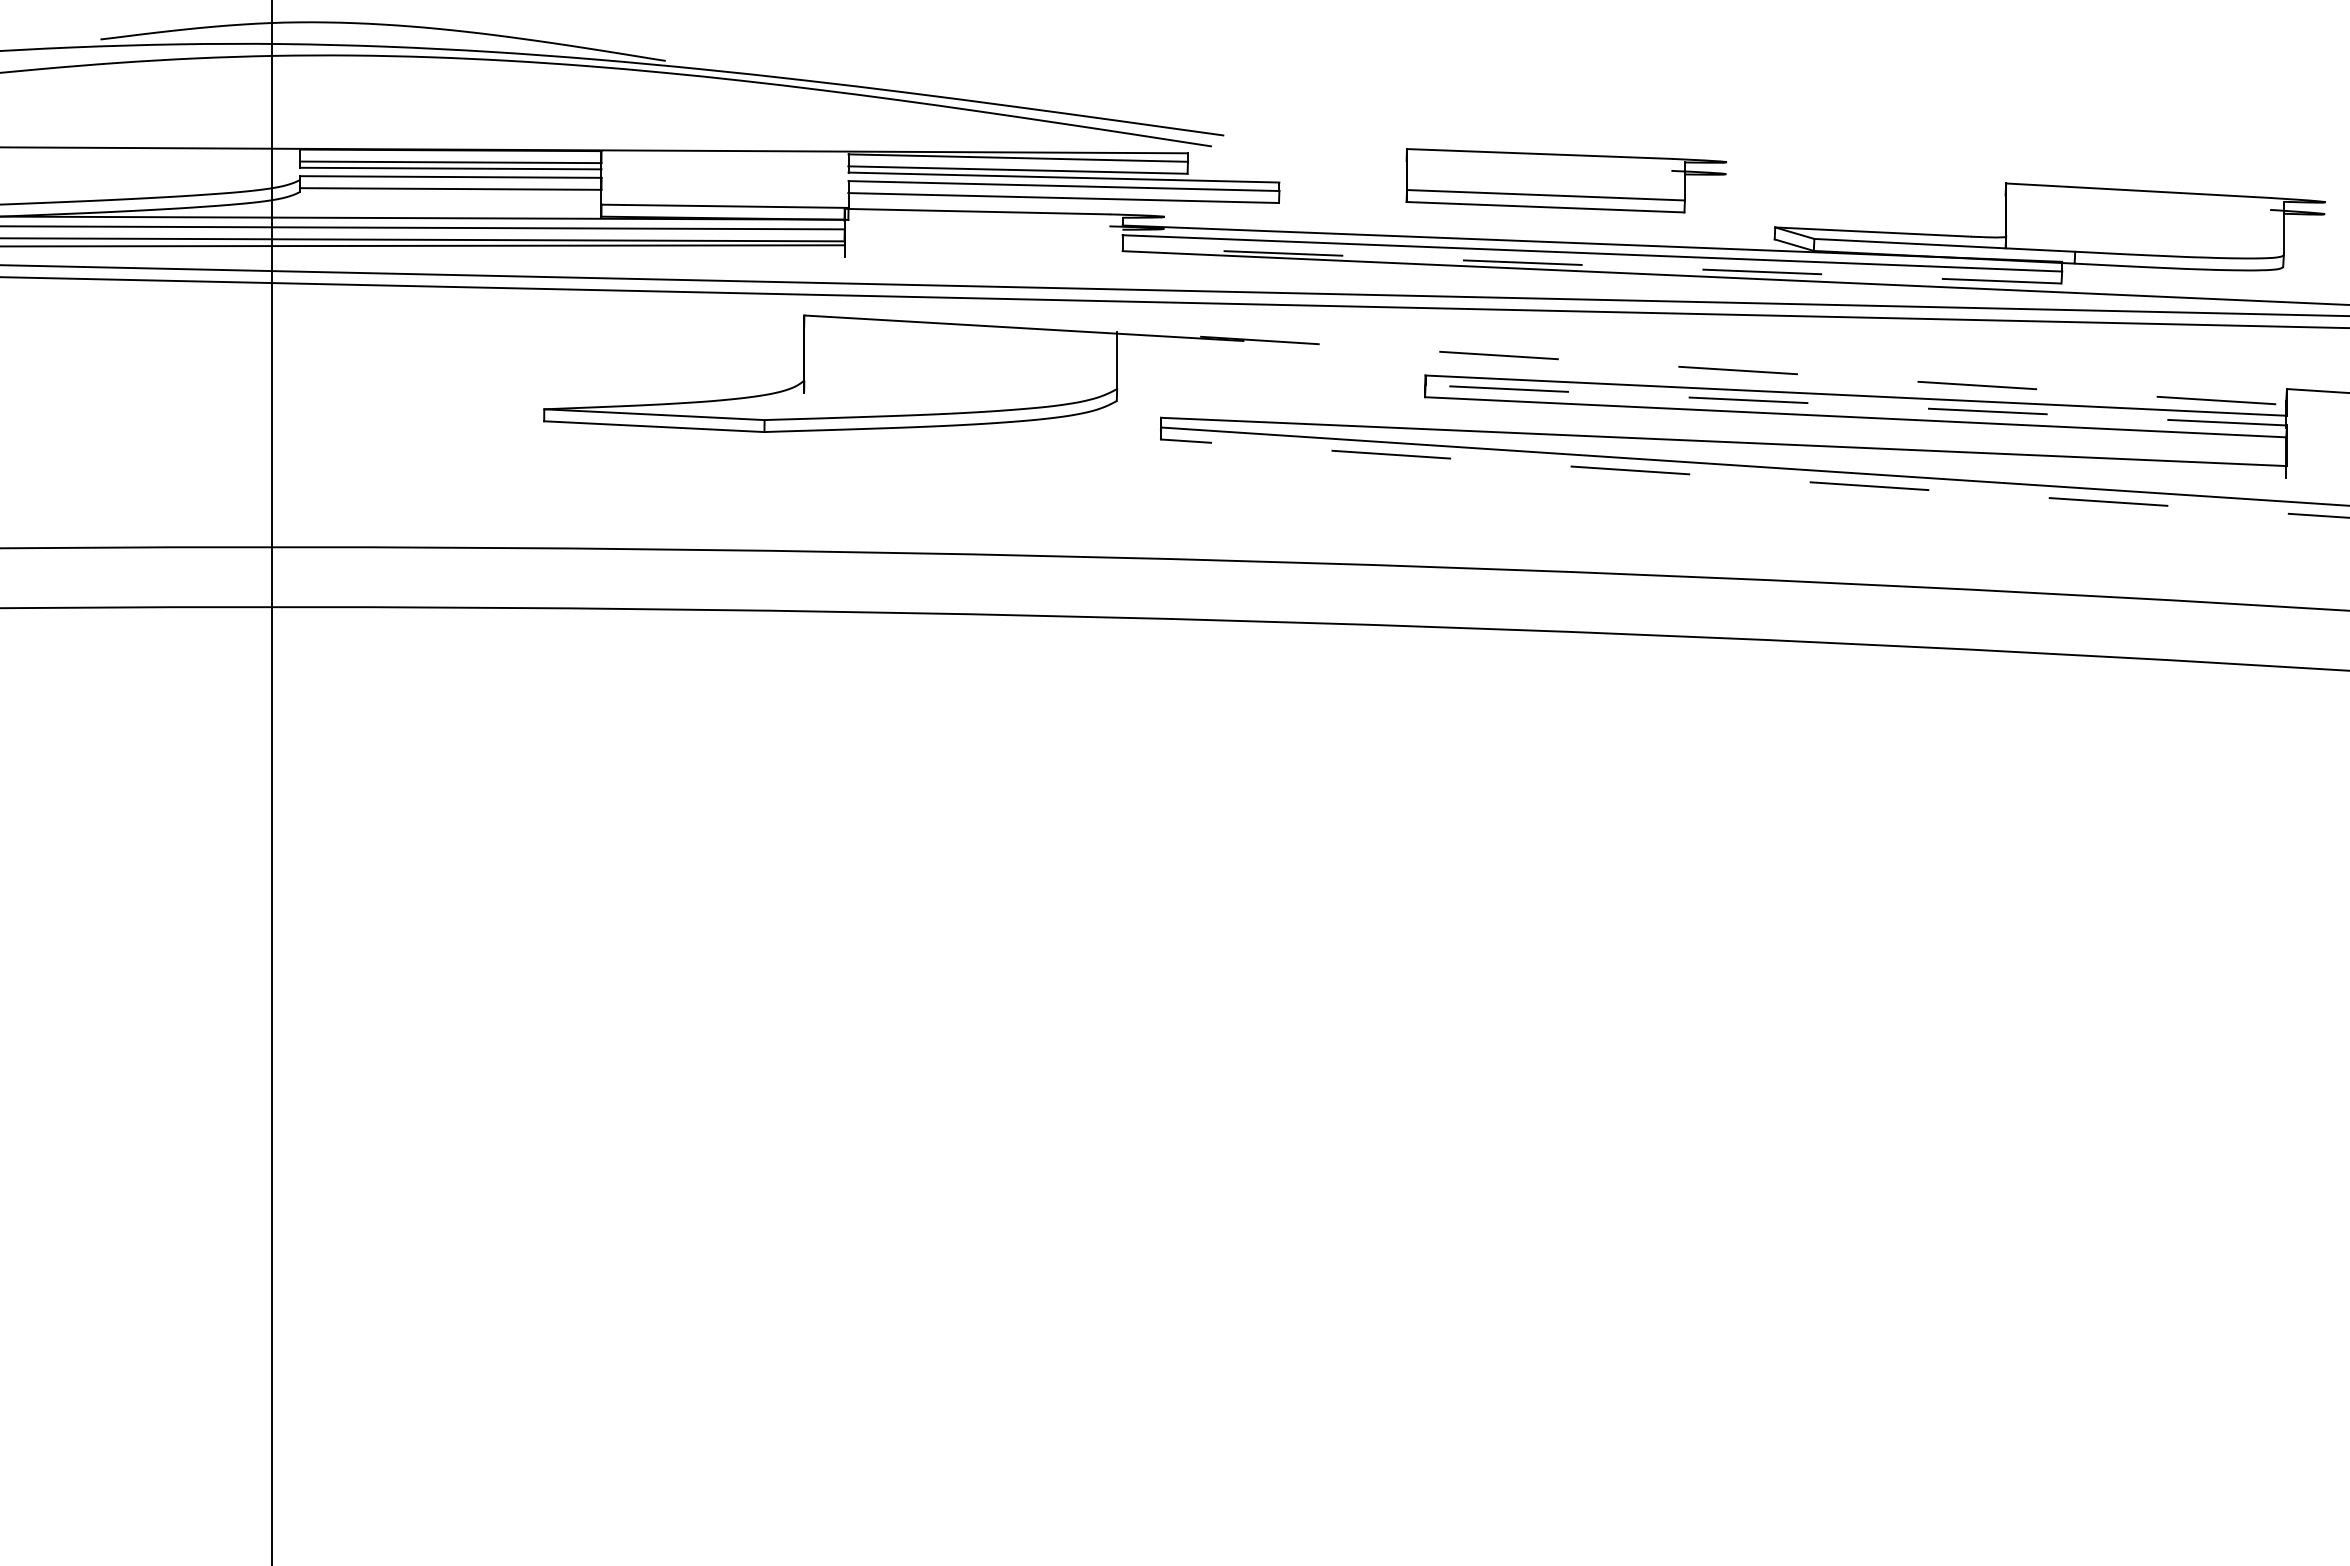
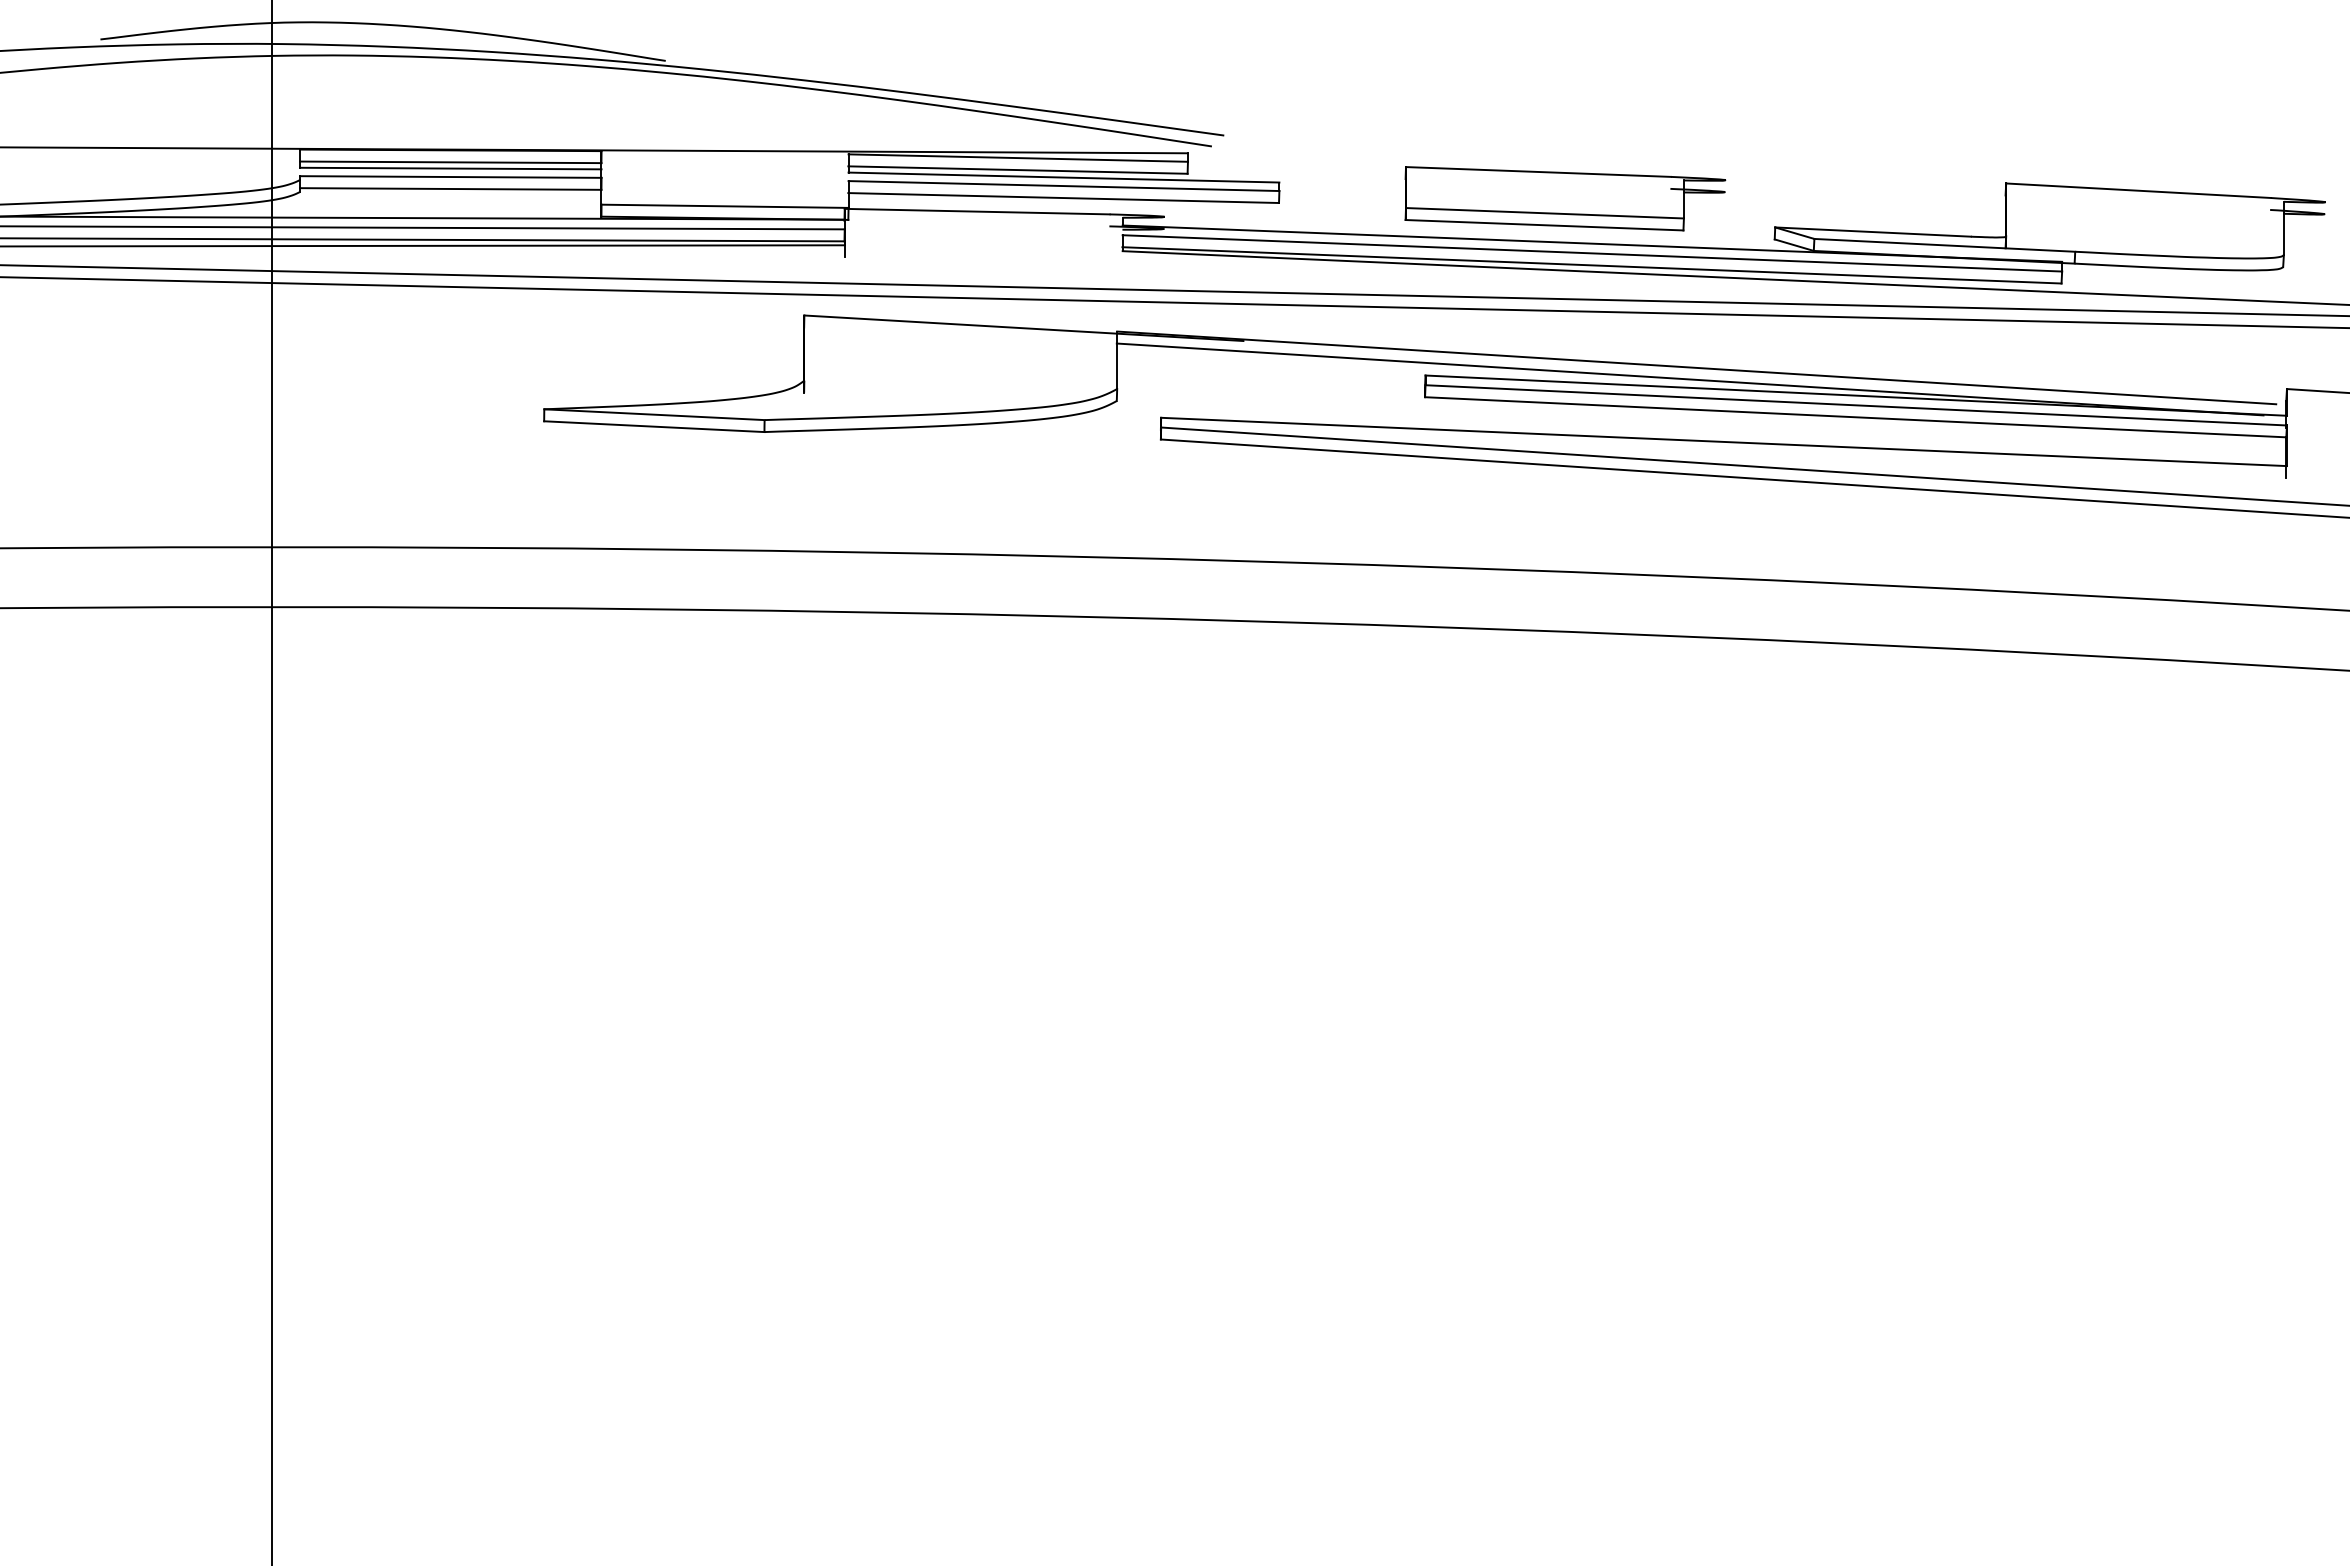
part at (1566, 180) position: (1566, 180) -> (1565, 198)
line at (1591, 265): dashed -> solid
line at (1696, 367): dashed -> solid
line at (1689, 379): none -> present
line at (1855, 405): dashed -> solid
line at (1754, 478): dashed -> solid
